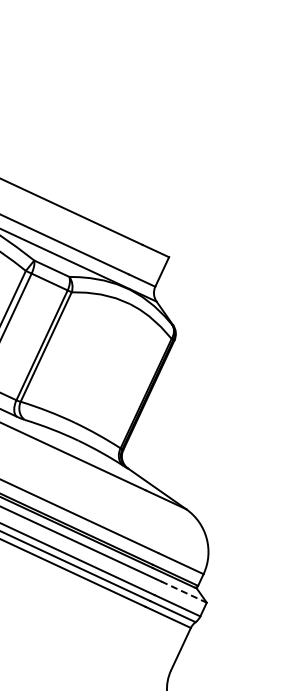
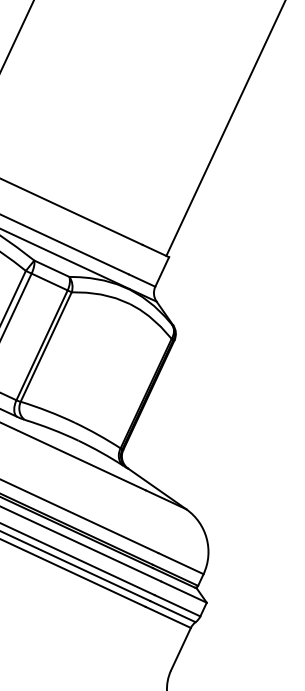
line at (17, 35): none -> present
line at (225, 128): none -> present
line at (184, 592): dashed -> solid
